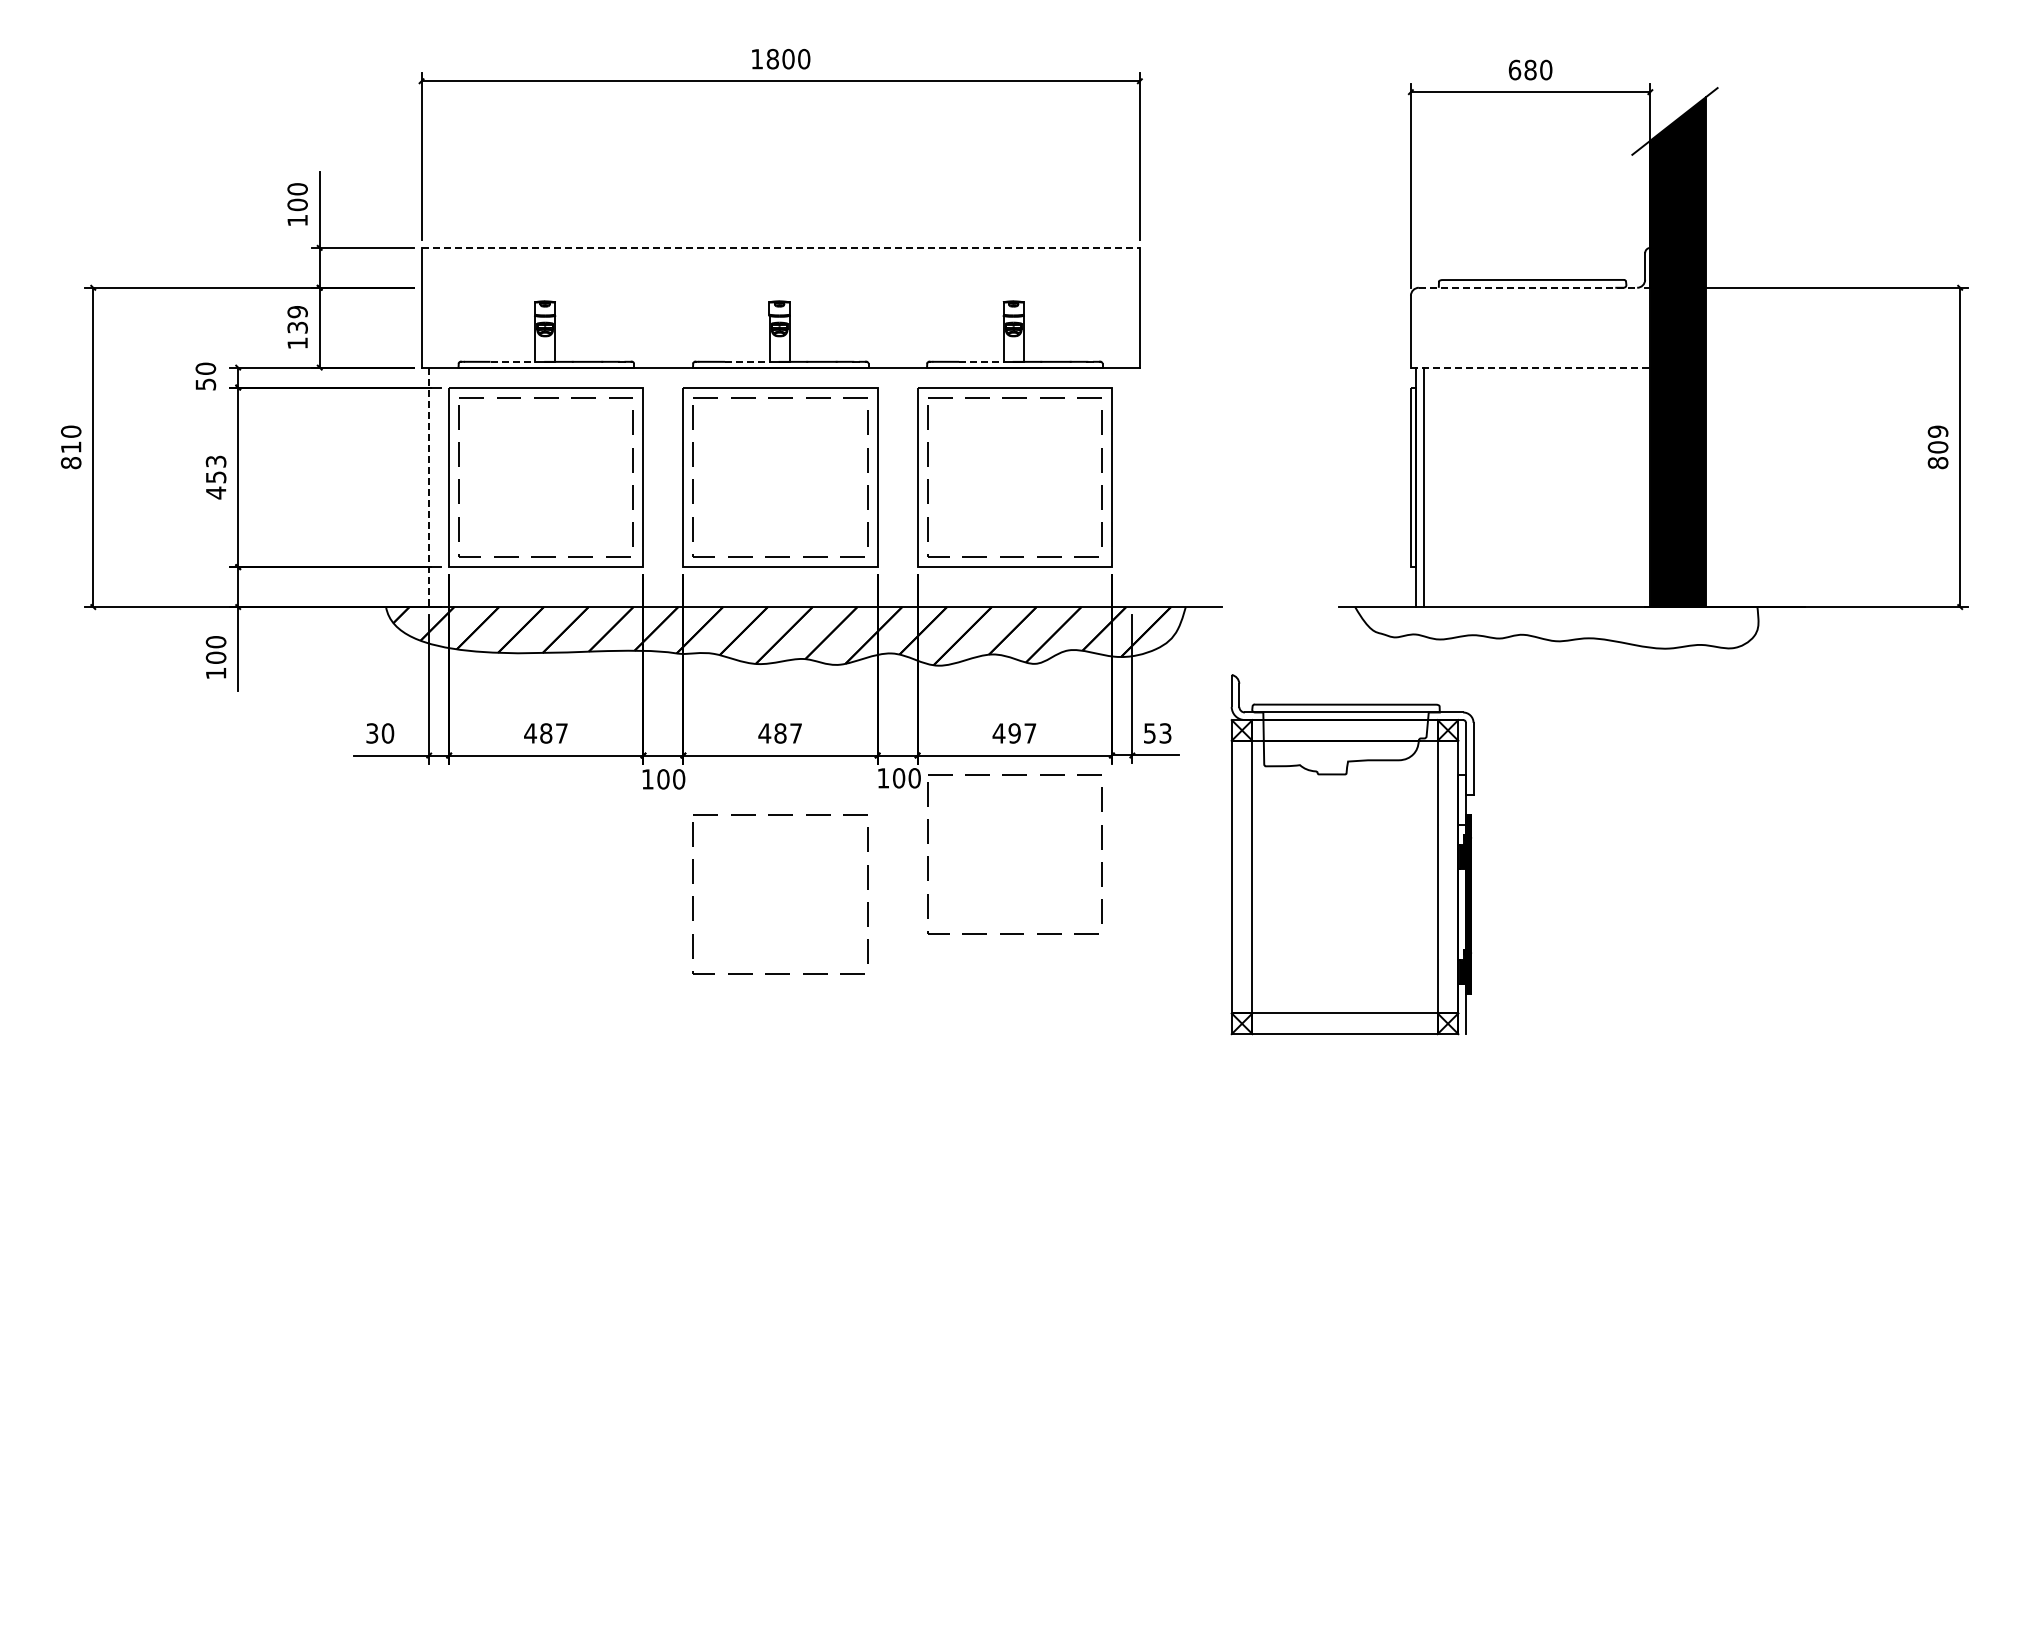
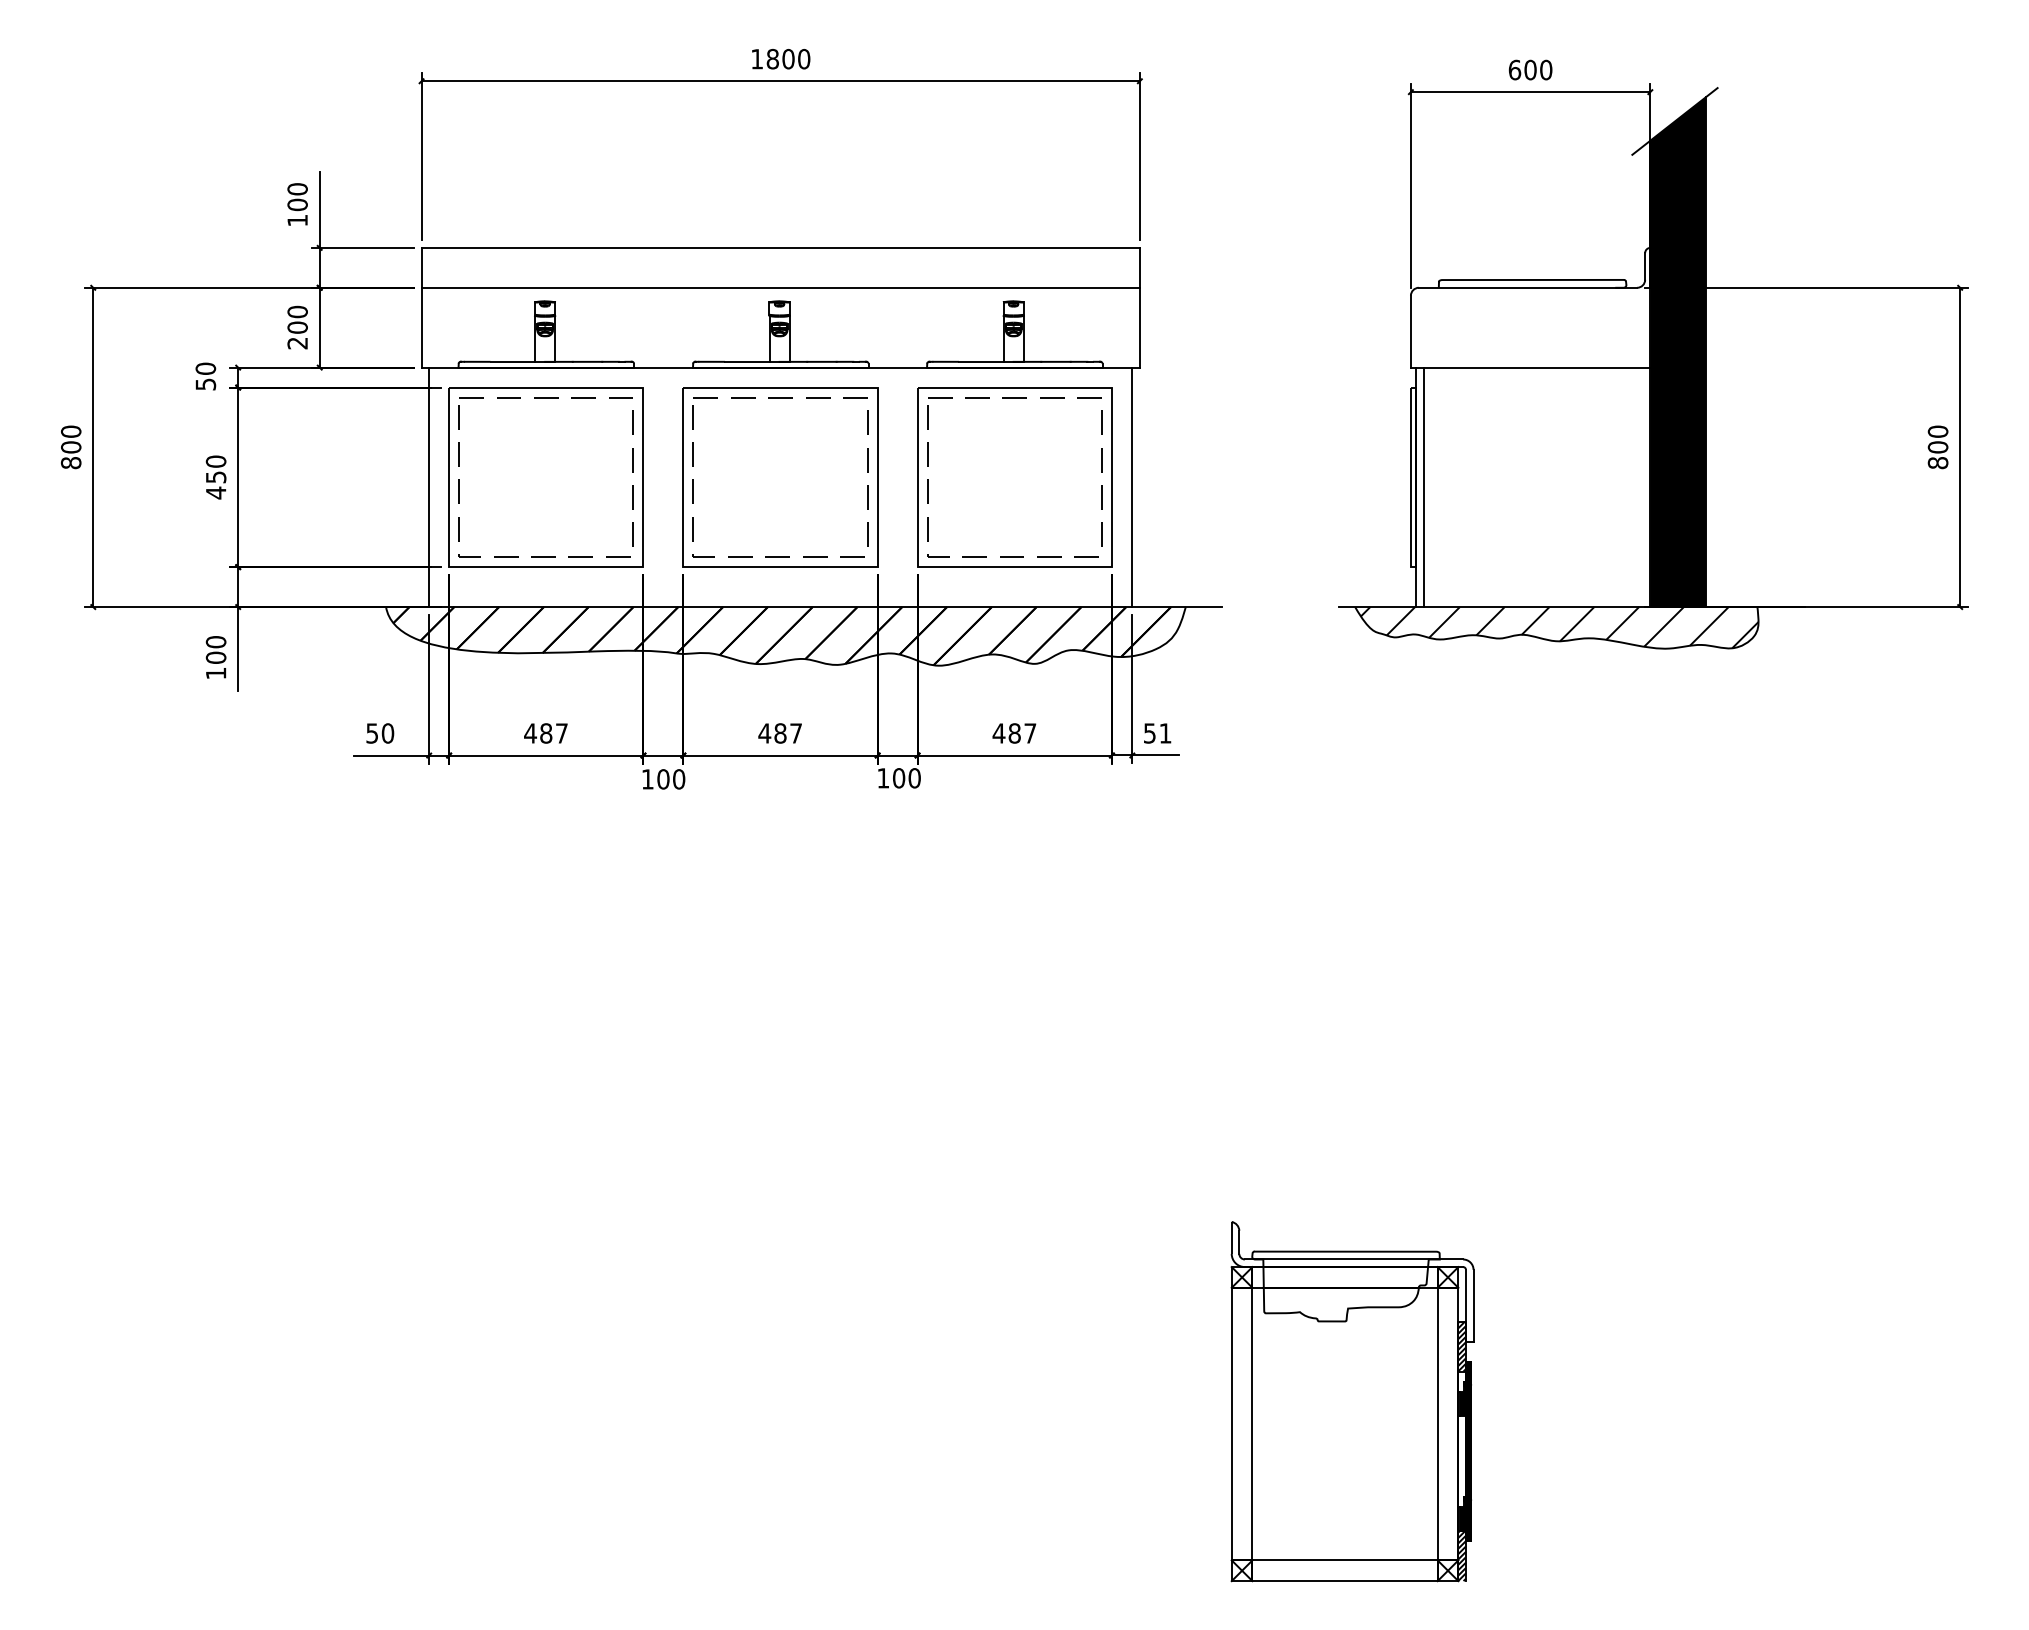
text at (1530, 70): 680 -> 600
line at (781, 247): dashed -> solid
line at (780, 287): none -> present
line at (1528, 287): dashed -> solid
text at (297, 327): 139 -> 200
line at (513, 361): dashed -> solid
line at (747, 361): dashed -> solid
line at (981, 361): dashed -> solid
line at (1530, 367): dashed -> solid
text at (1938, 431): 809 -> 800
text at (70, 447): 810 -> 800
text at (215, 461): 453 -> 450
line at (429, 487): dashed -> solid
line at (1132, 487): none -> present
hatch at (1559, 627): none -> present
text at (372, 733): 30 -> 50
text at (1014, 733): 497 -> 487
text at (1165, 733): 53 -> 51
part at (1014, 775): present -> none
part at (780, 815): present -> none
part at (1352, 854) position: (1352, 854) -> (1352, 1401)
